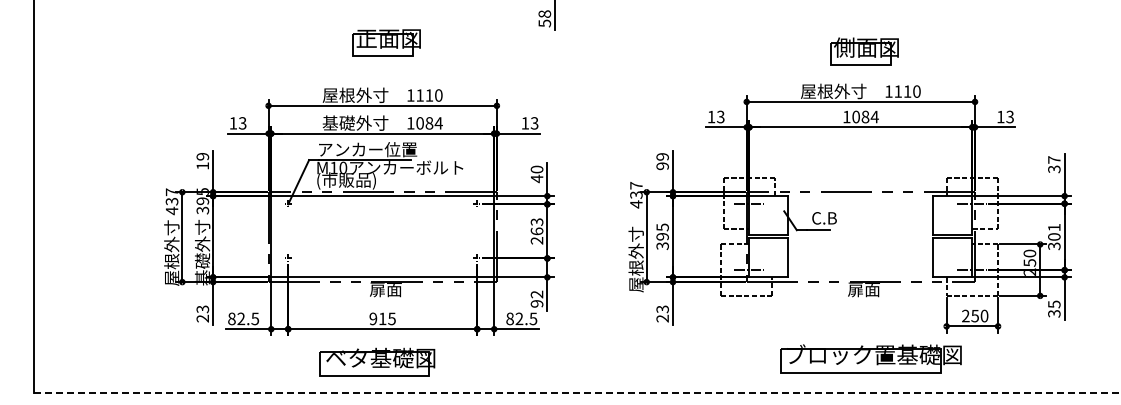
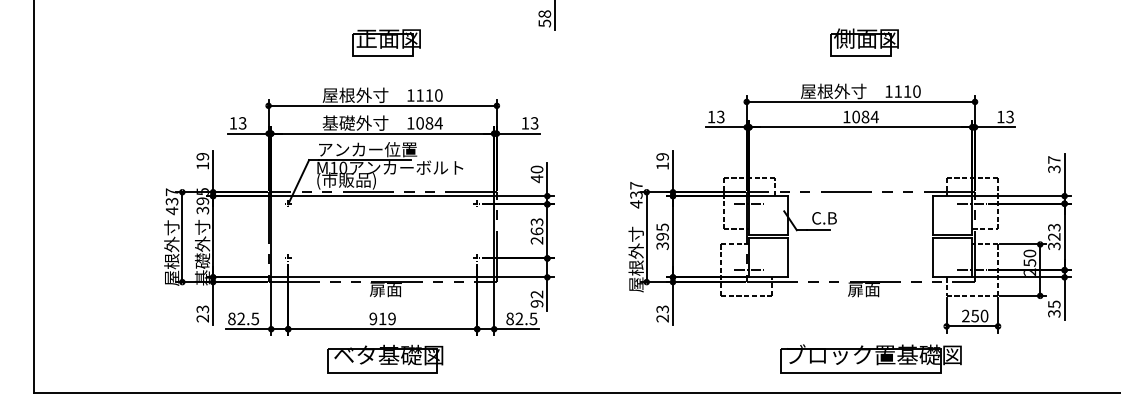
part at (864, 51) position: (864, 51) -> (864, 42)
text at (662, 166): 99 -> 19
text at (1054, 232): 301 -> 323
text at (391, 318): 915 -> 919
part at (377, 361) position: (377, 361) -> (385, 358)
line at (577, 392): dashed -> solid
